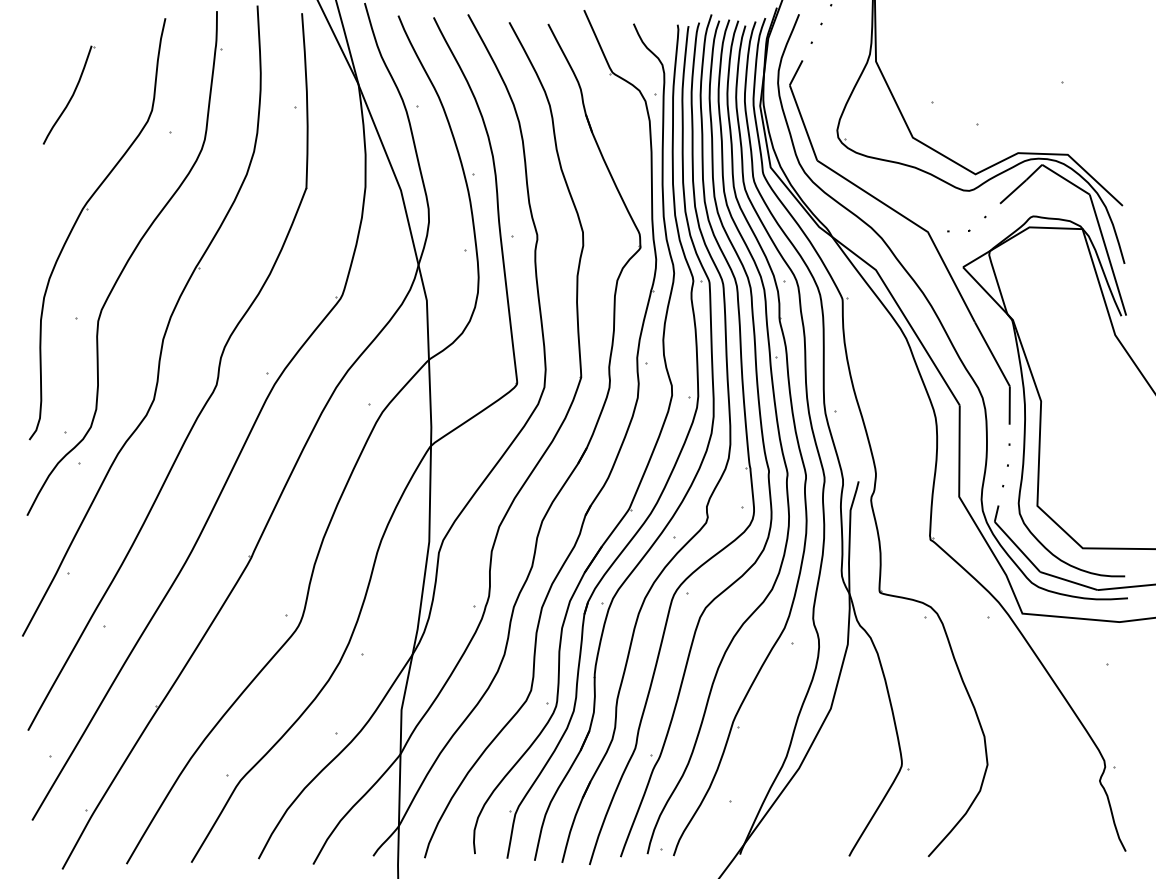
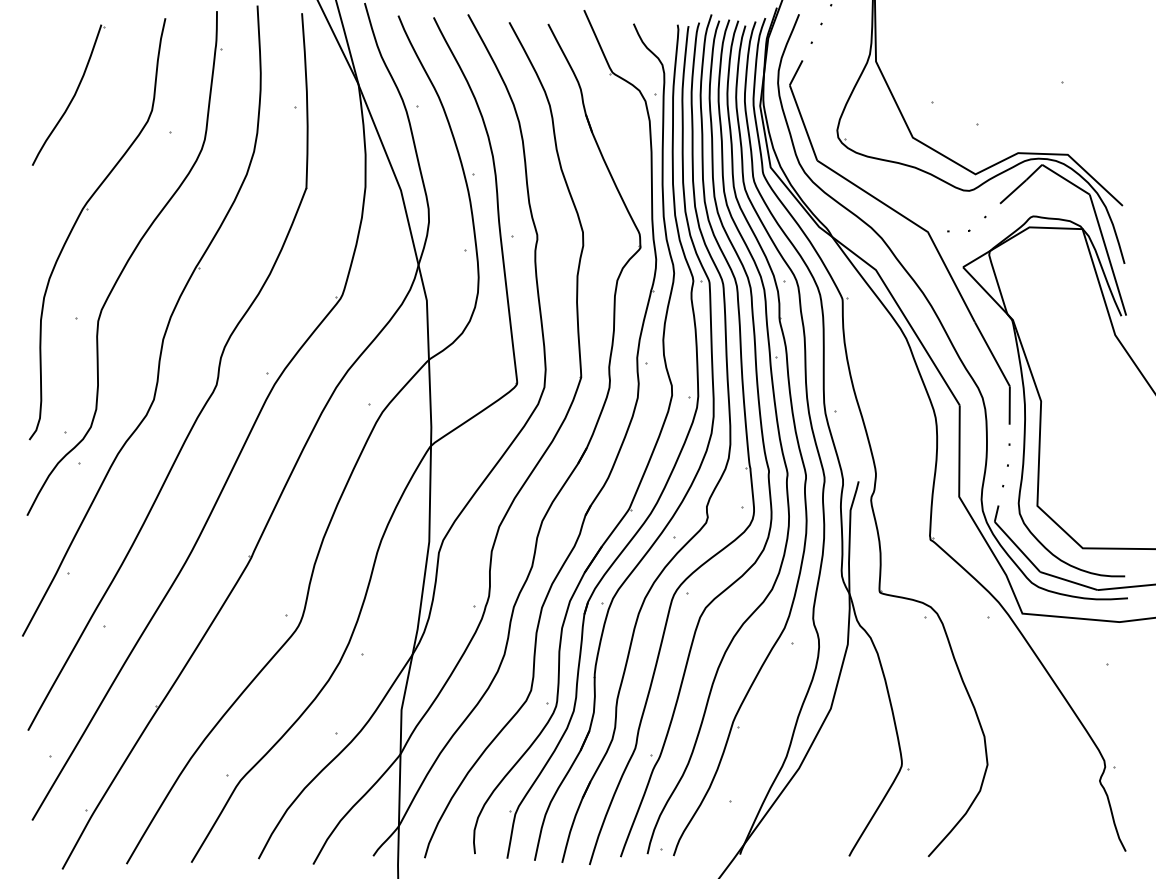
part at (68, 94) size: 54x100 px -> 74x142 px
